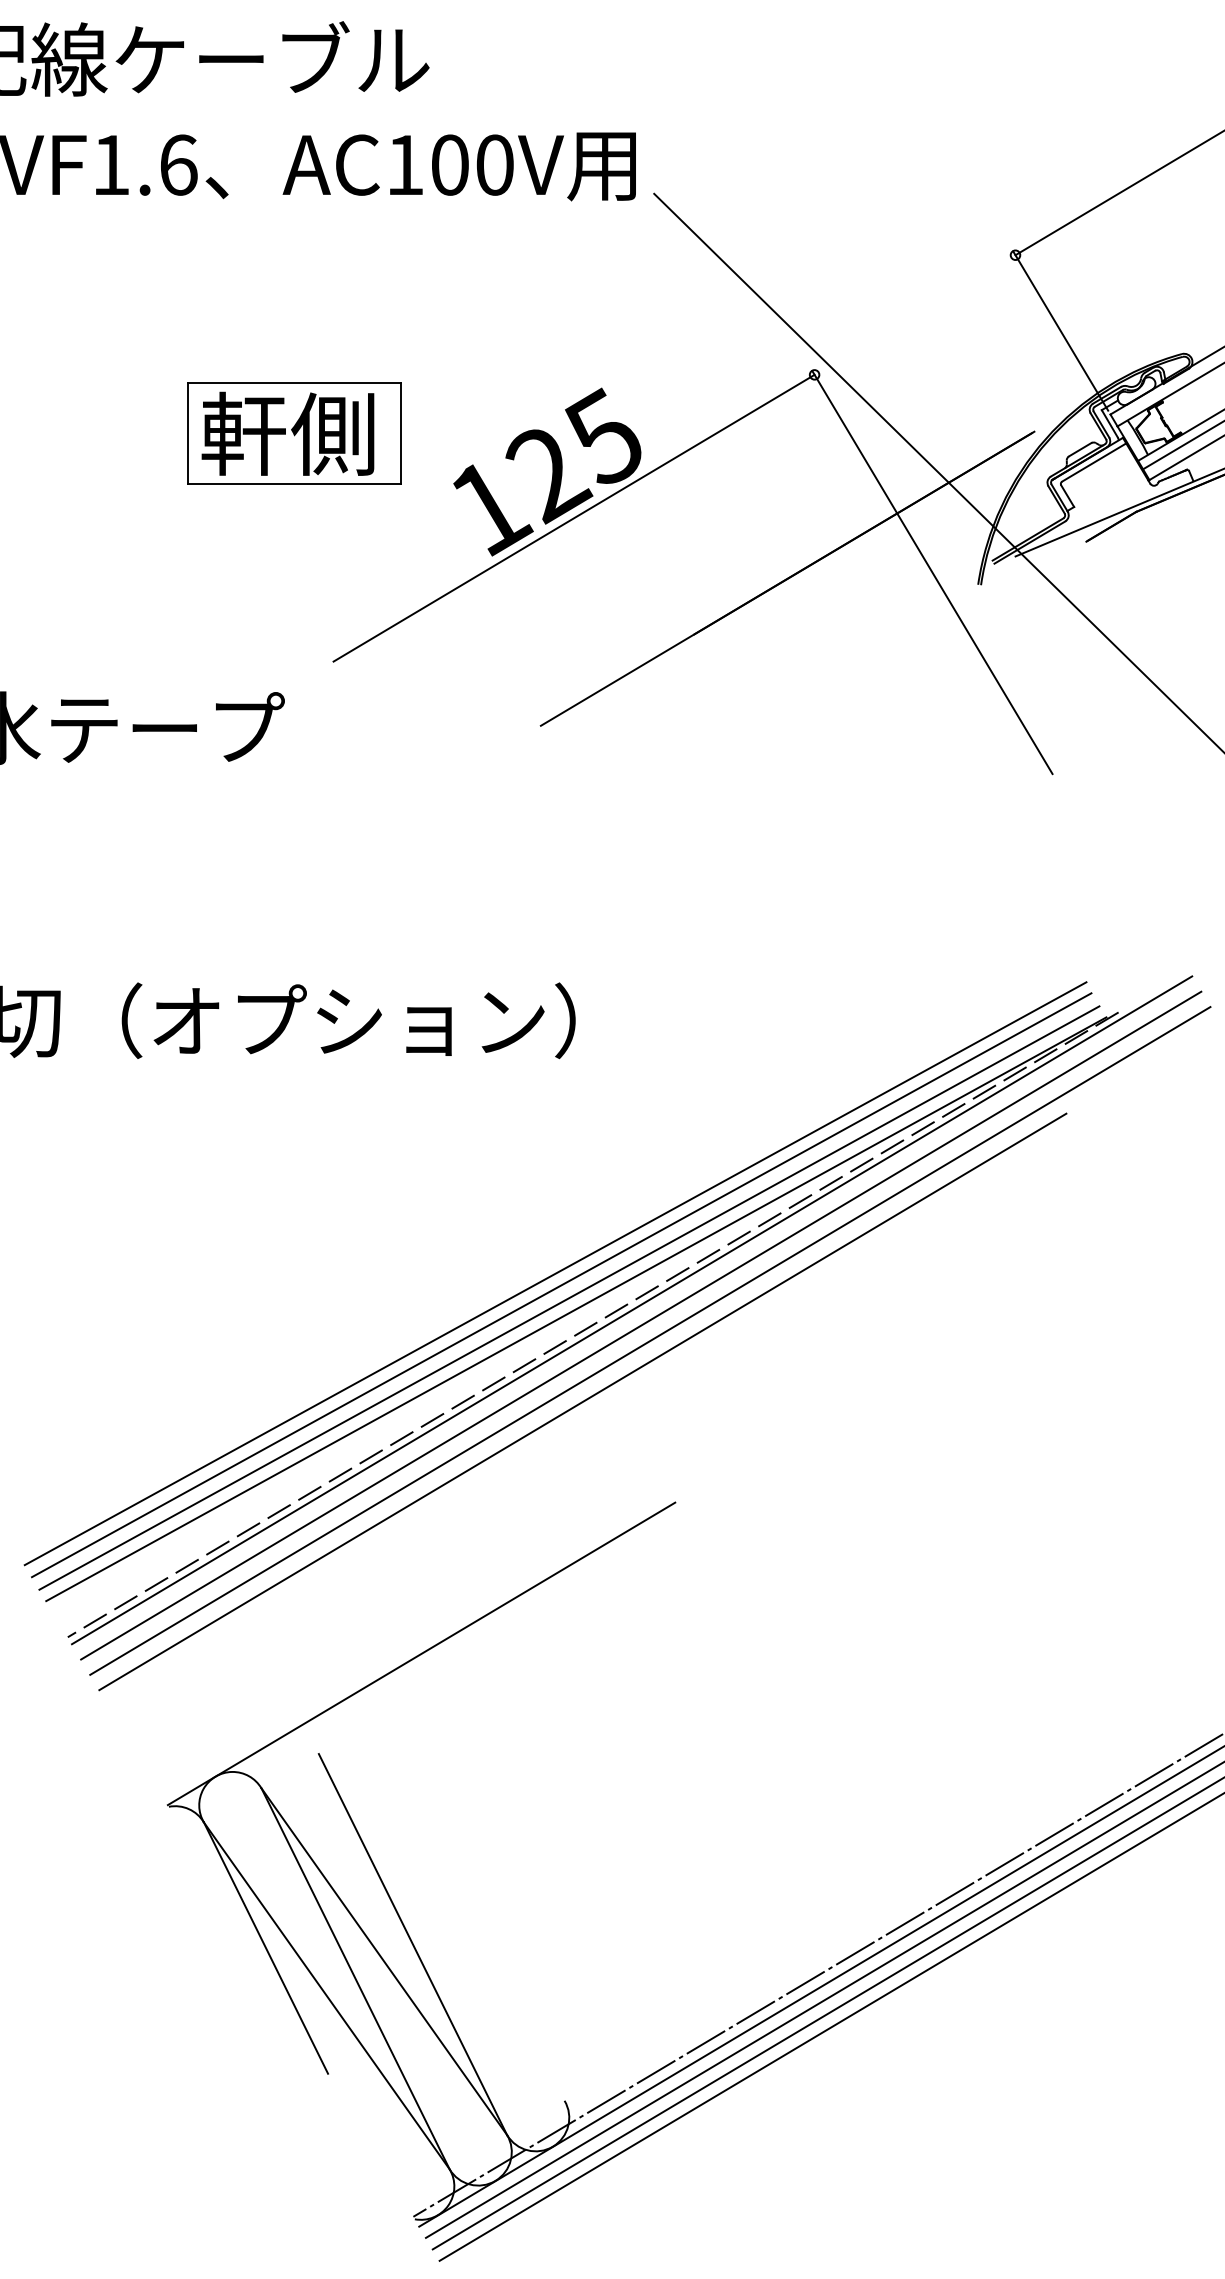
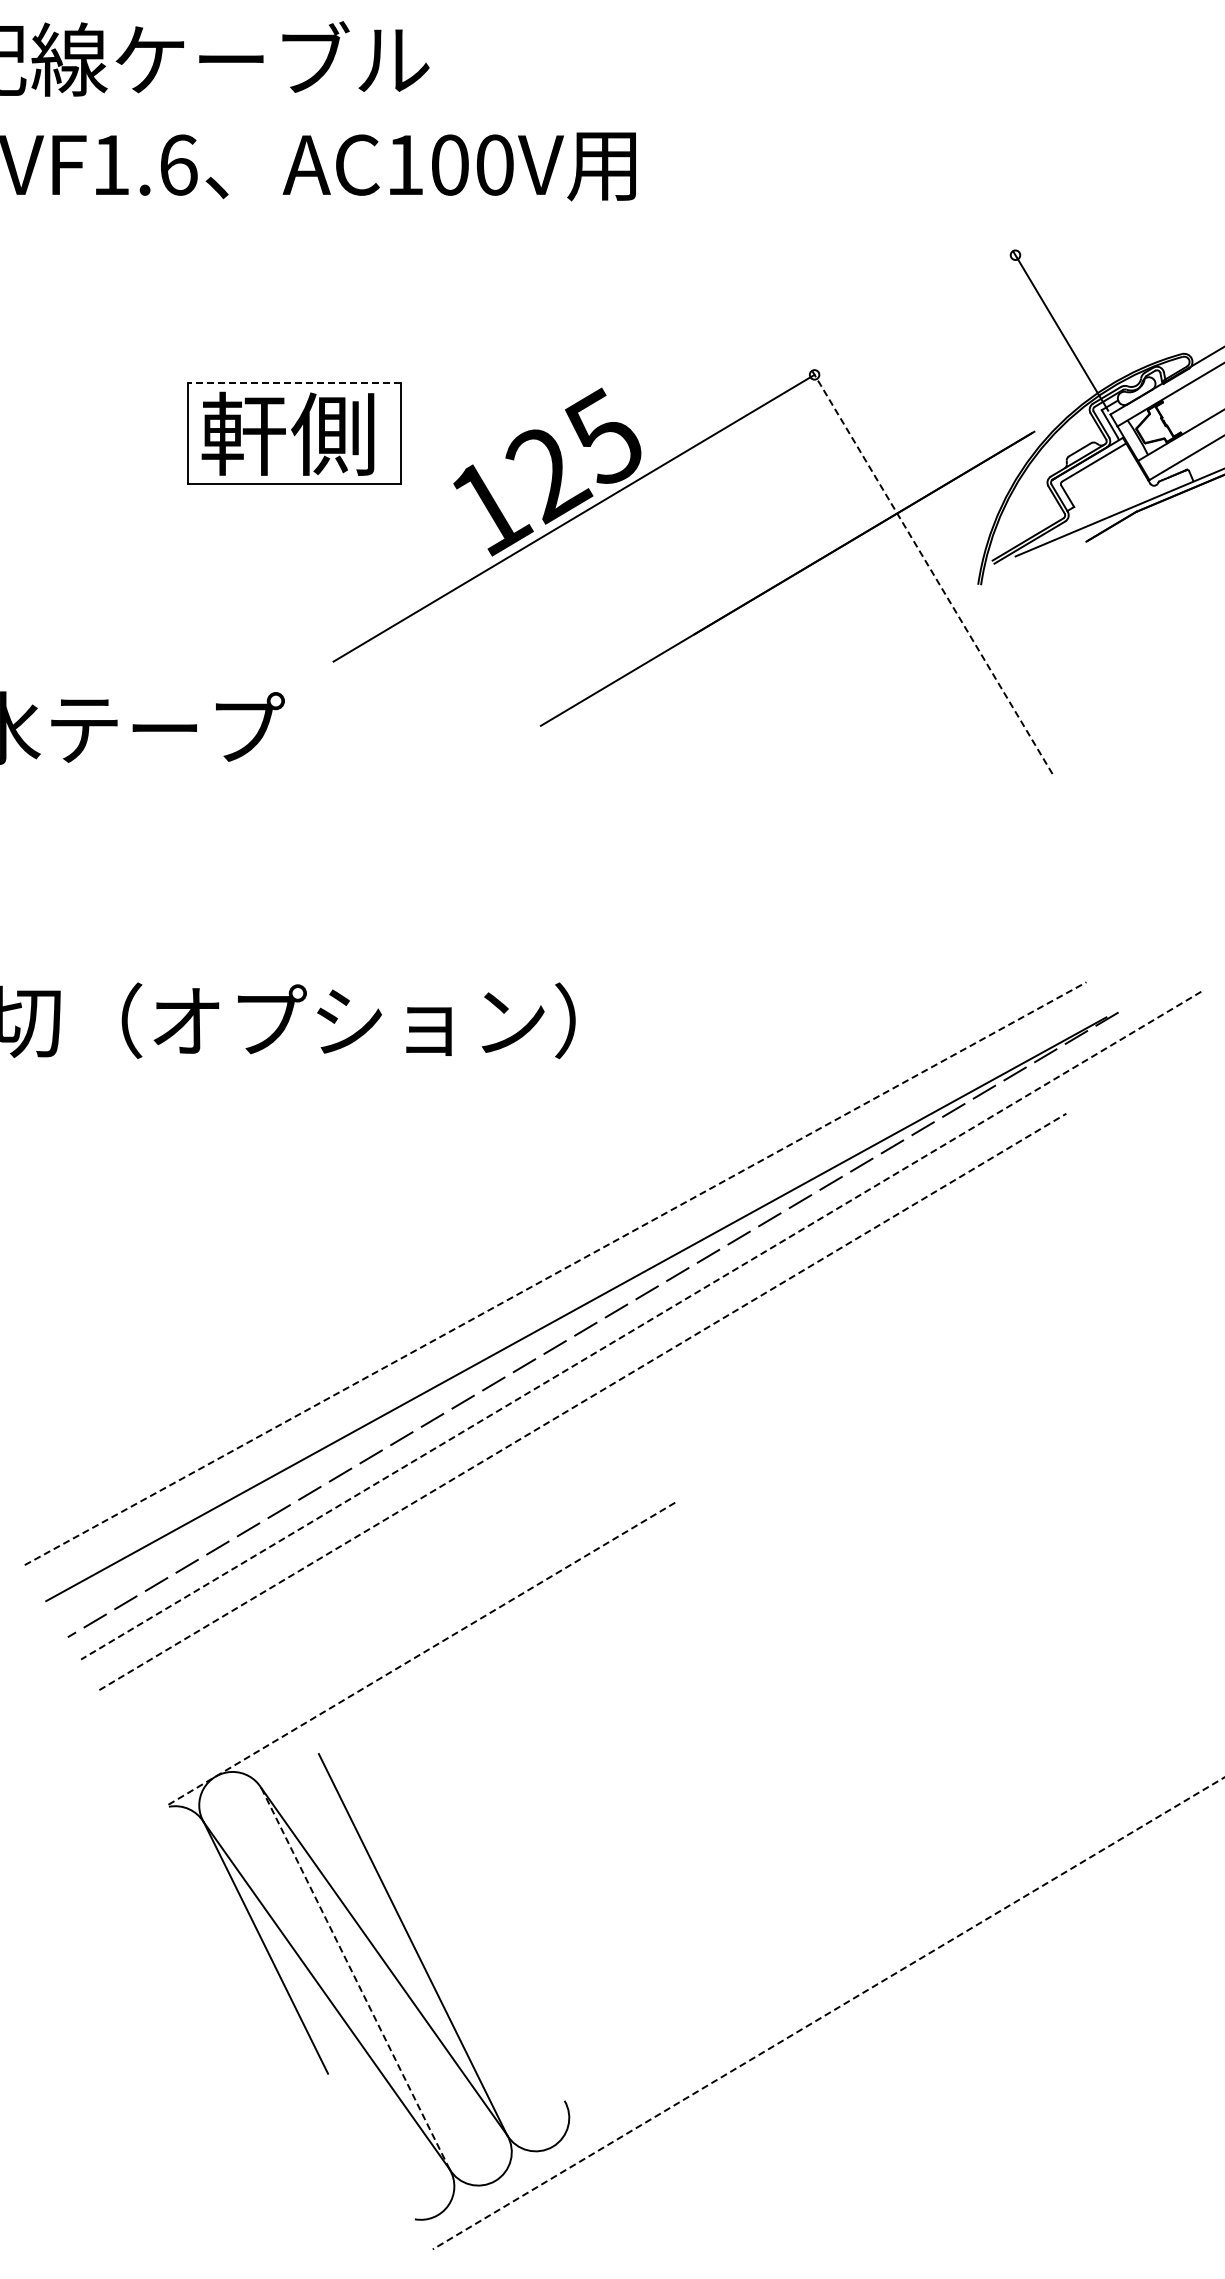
line at (1118, 193): present -> none
line at (293, 382): solid -> dashed
line at (1182, 445): present -> none
line at (937, 471): present -> none
line at (932, 572): solid -> dashed
line at (555, 1273): solid -> dashed
line at (561, 1285): present -> none
line at (569, 1297): present -> none
line at (631, 1310): present -> none
line at (640, 1325): solid -> dashed
line at (650, 1340): present -> none
line at (582, 1401): solid -> dashed
line at (421, 1654): solid -> dashed
line at (817, 1975): present -> none
line at (355, 1979): solid -> dashed
line at (820, 1986): present -> none
line at (823, 2000): present -> none
line at (828, 2013): solid -> dashed
line at (830, 2027): present -> none
